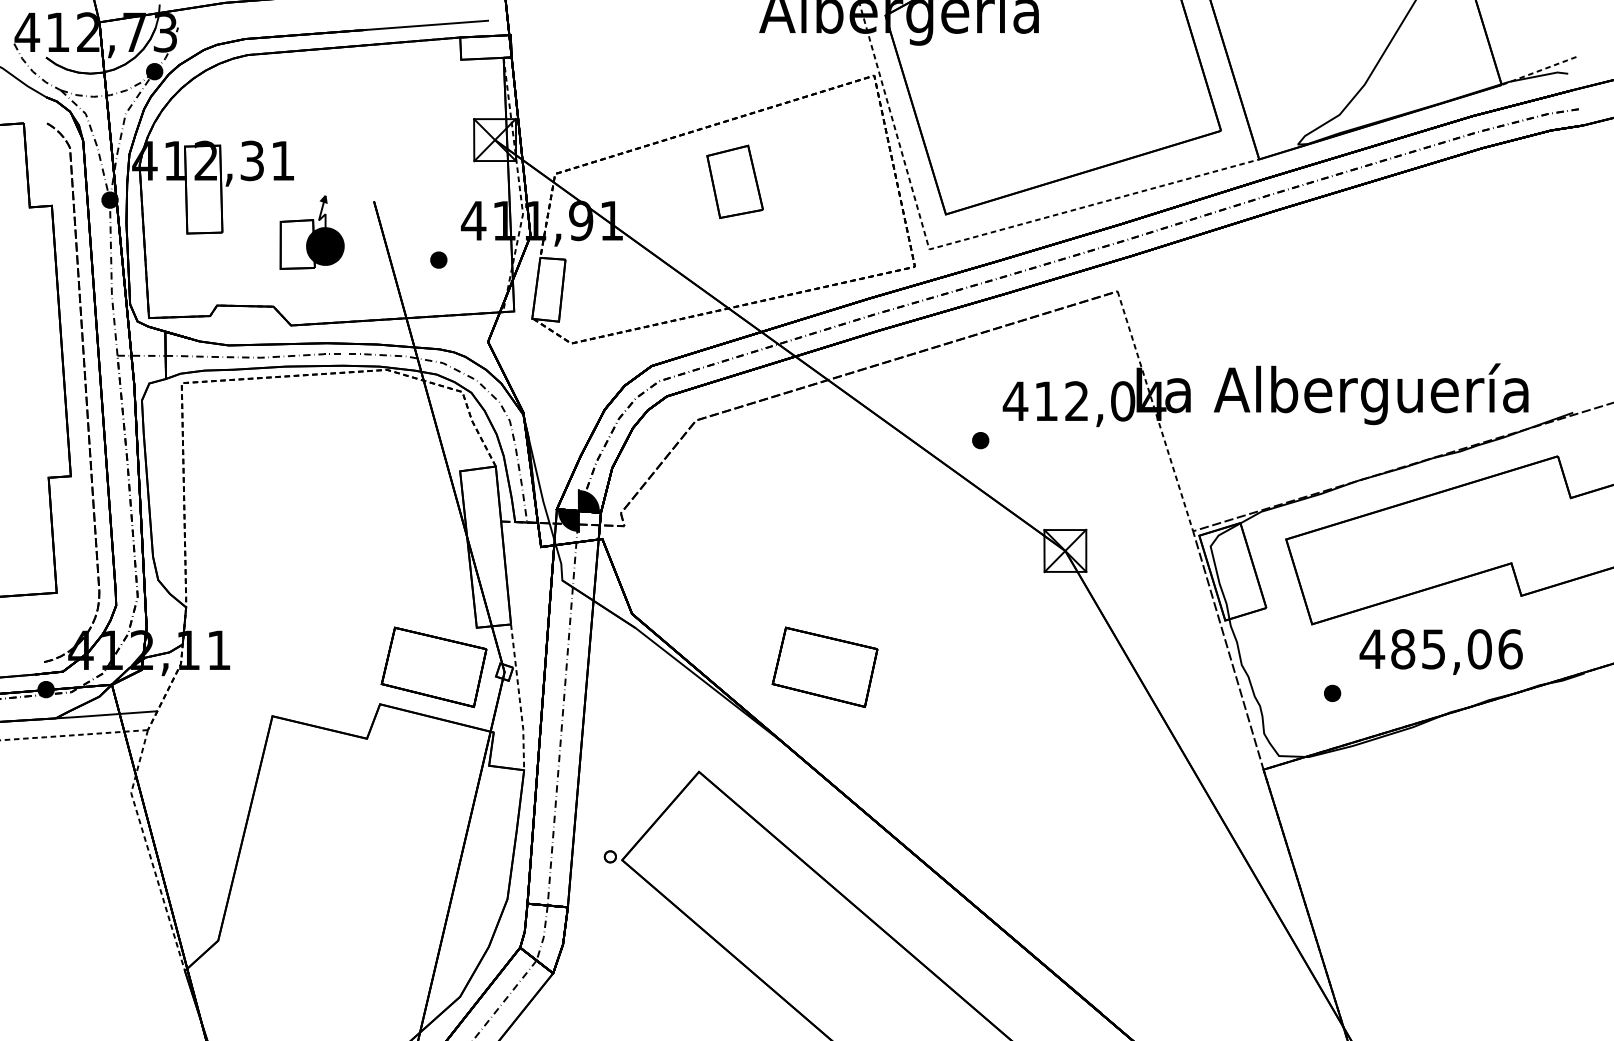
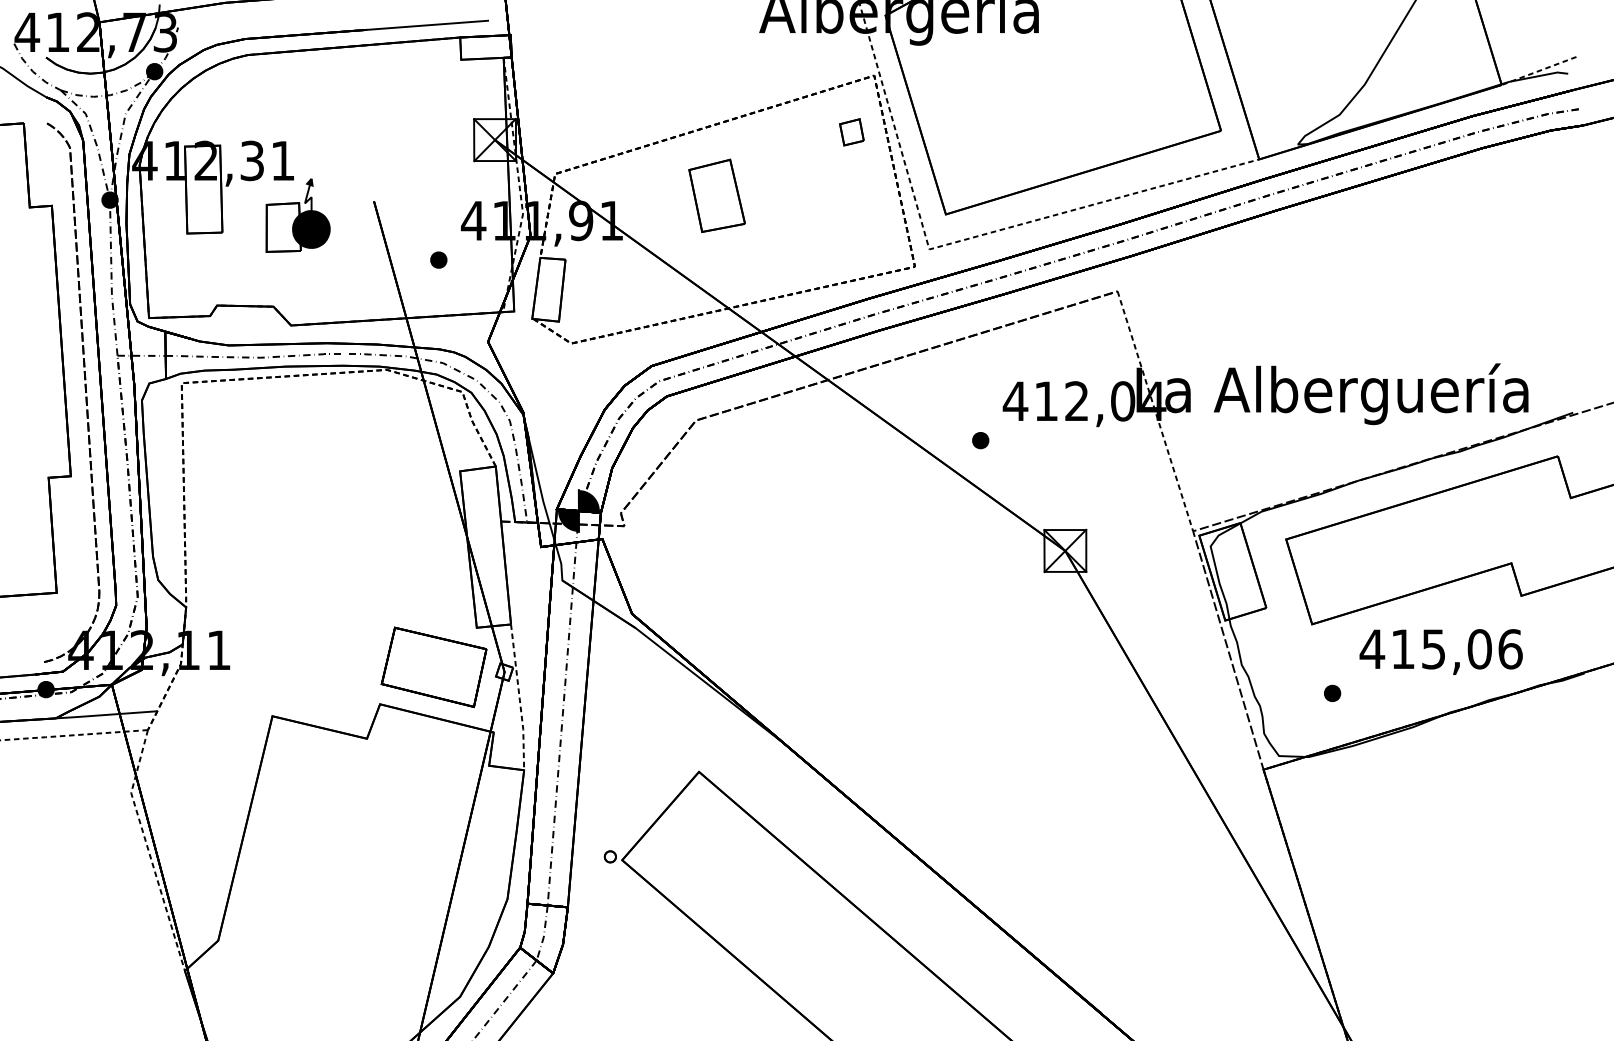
part at (851, 132): none -> present
part at (734, 181) position: (734, 181) -> (716, 195)
part at (311, 232) position: (311, 232) -> (297, 215)
text at (1403, 649): 485,06 -> 415,06
part at (824, 666): present -> none
